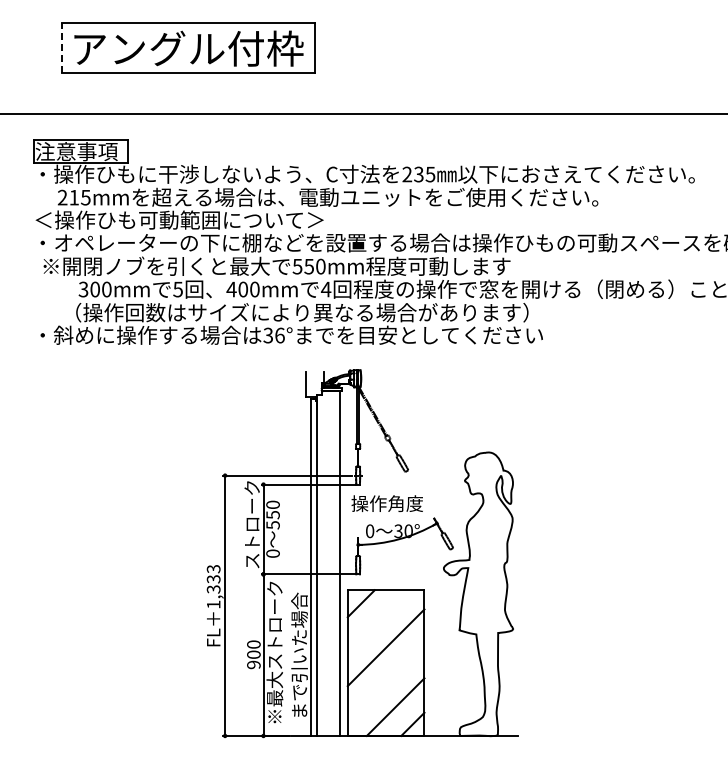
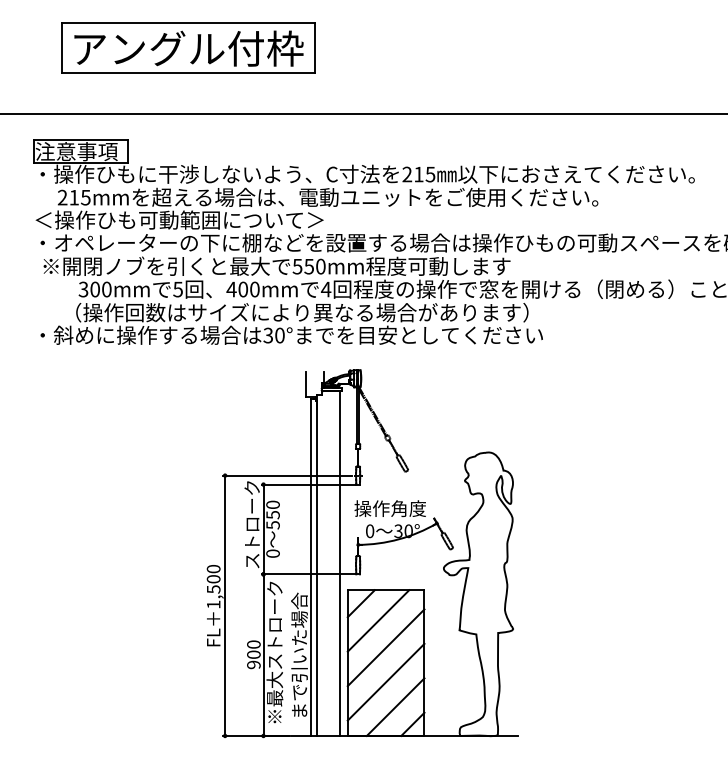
line at (61, 47): dashed -> solid
text at (418, 174): 235 -> 215
text at (279, 335): 36° -> 30°
text at (386, 503) position: (386, 503) -> (389, 508)
text at (213, 579): 1,333 -> 1,500
line at (378, 620): none -> present
line at (385, 681): none -> present
